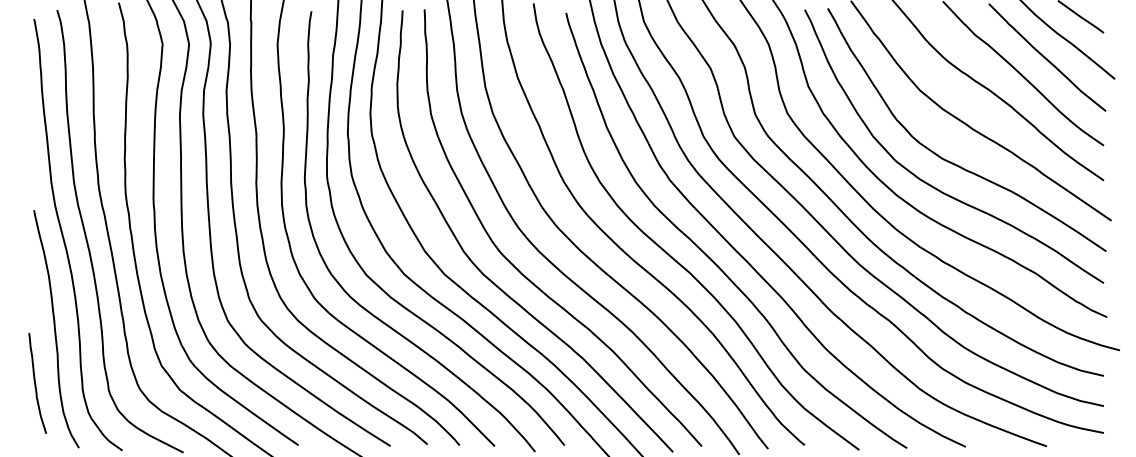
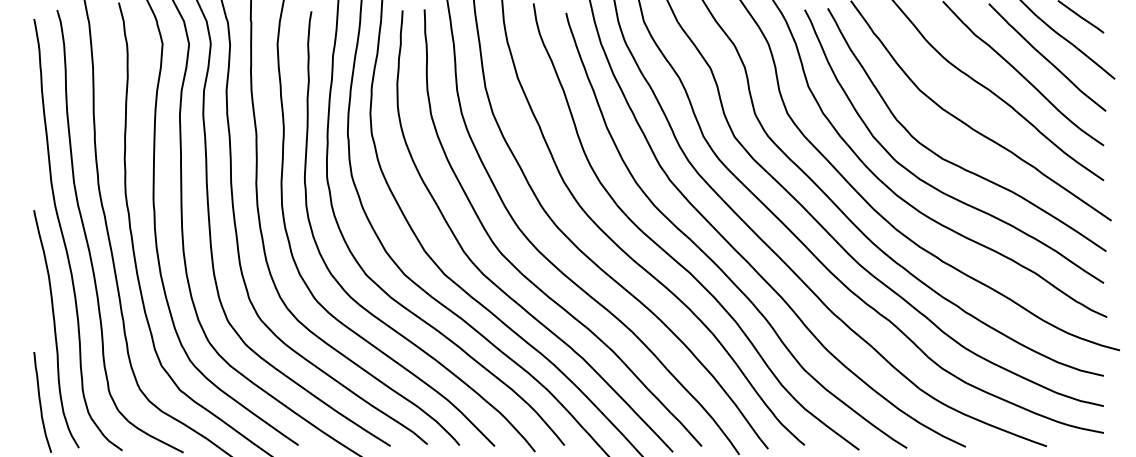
curve at (36, 384) position: (36, 384) -> (41, 403)
